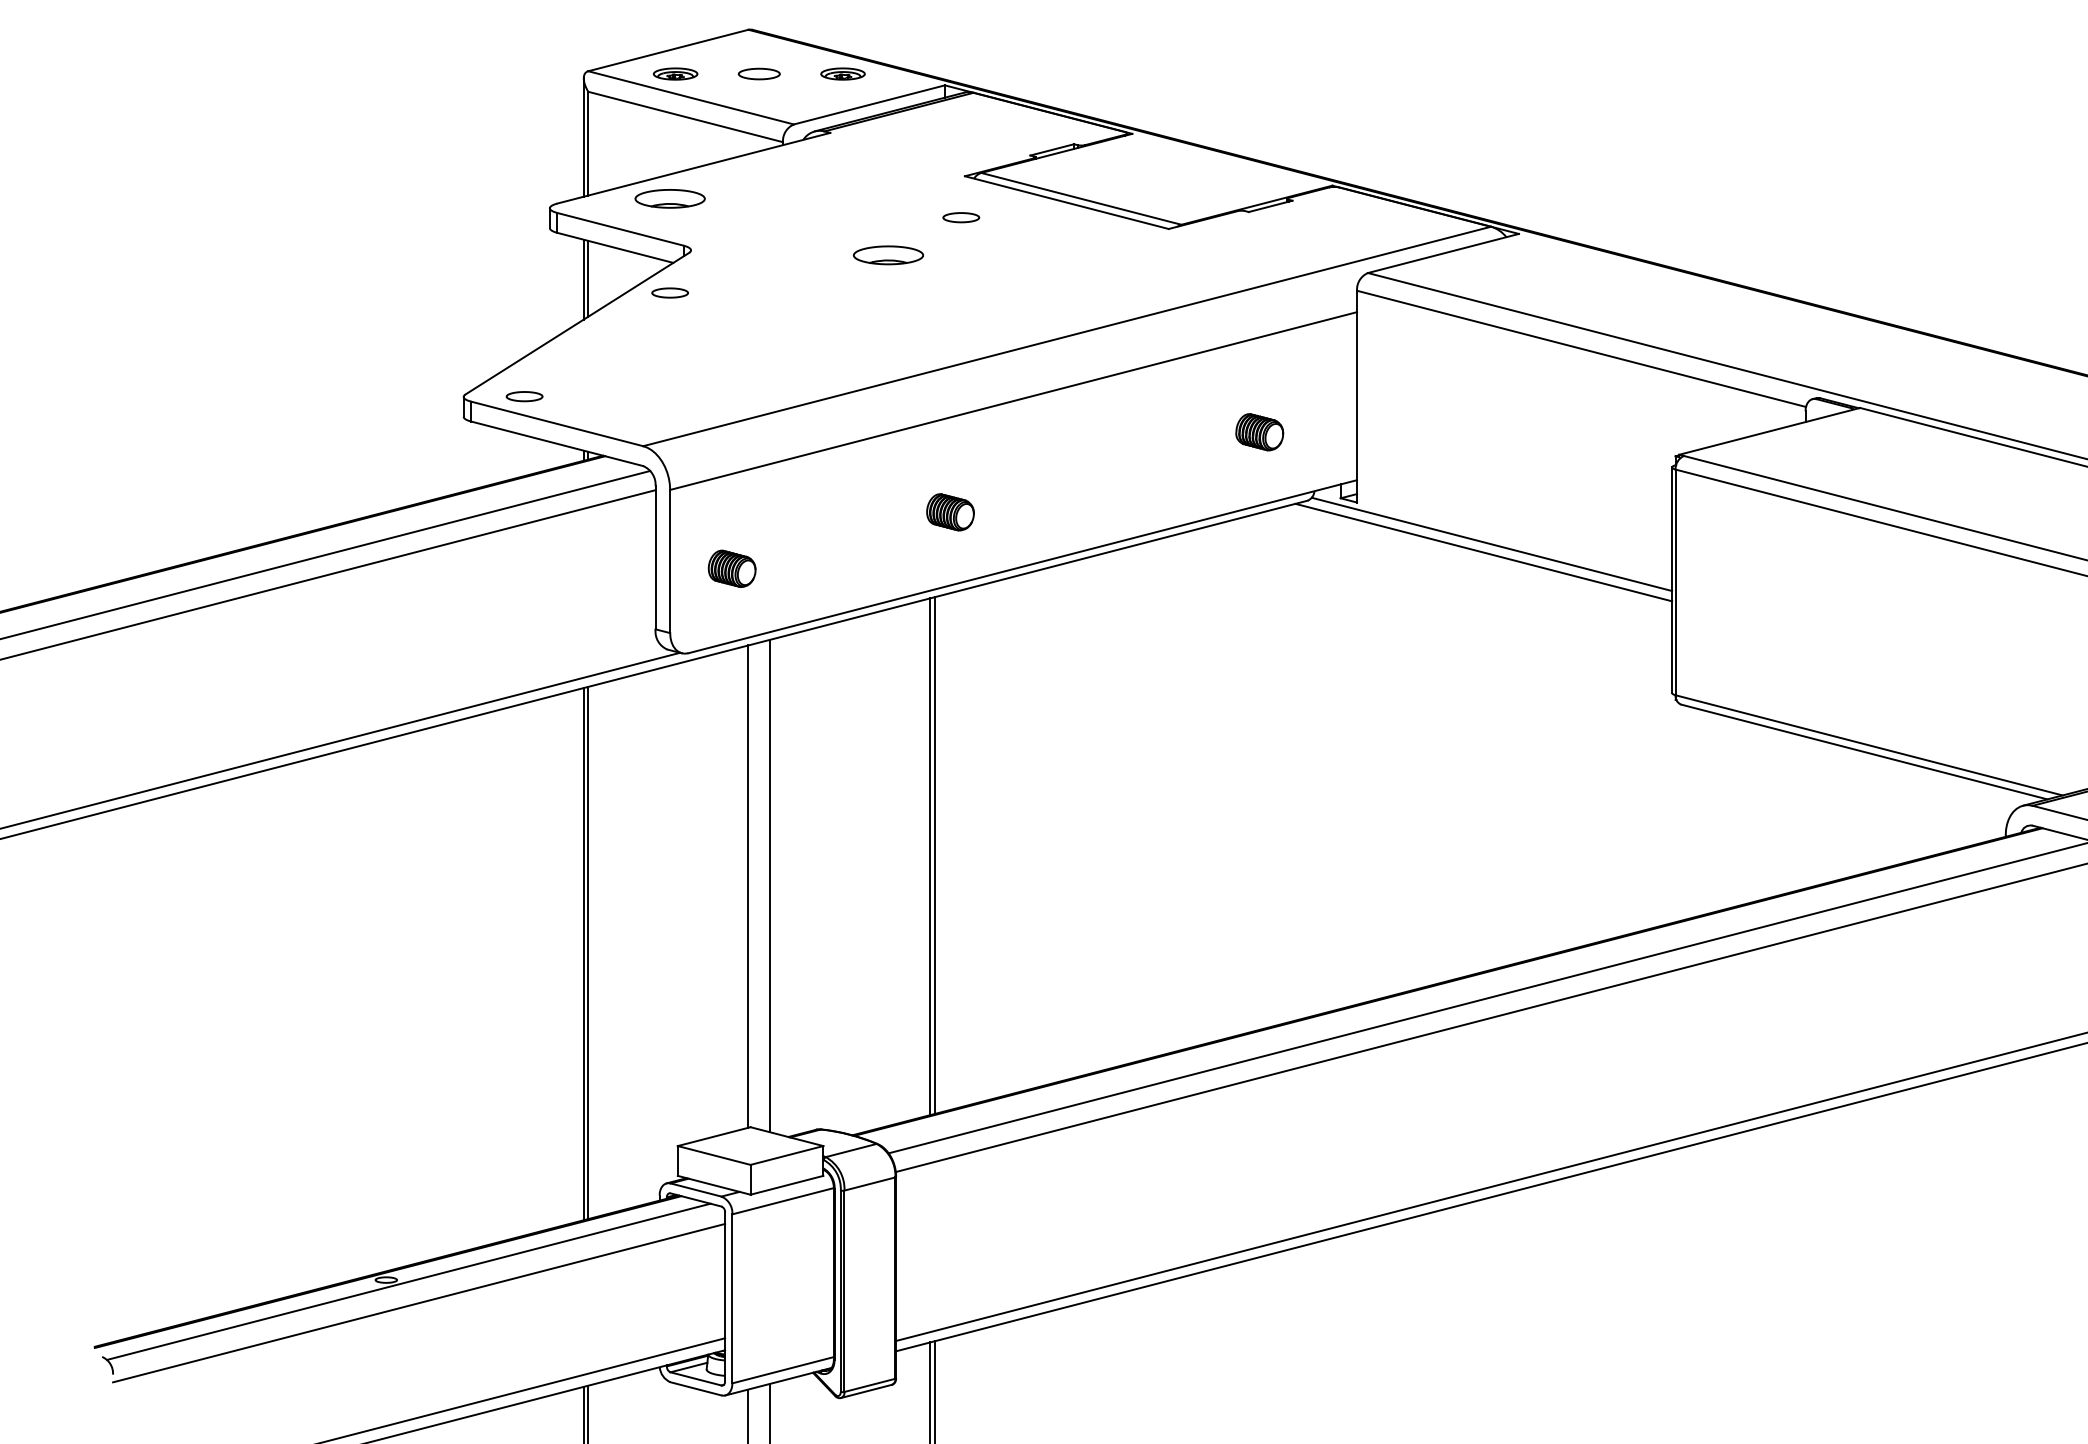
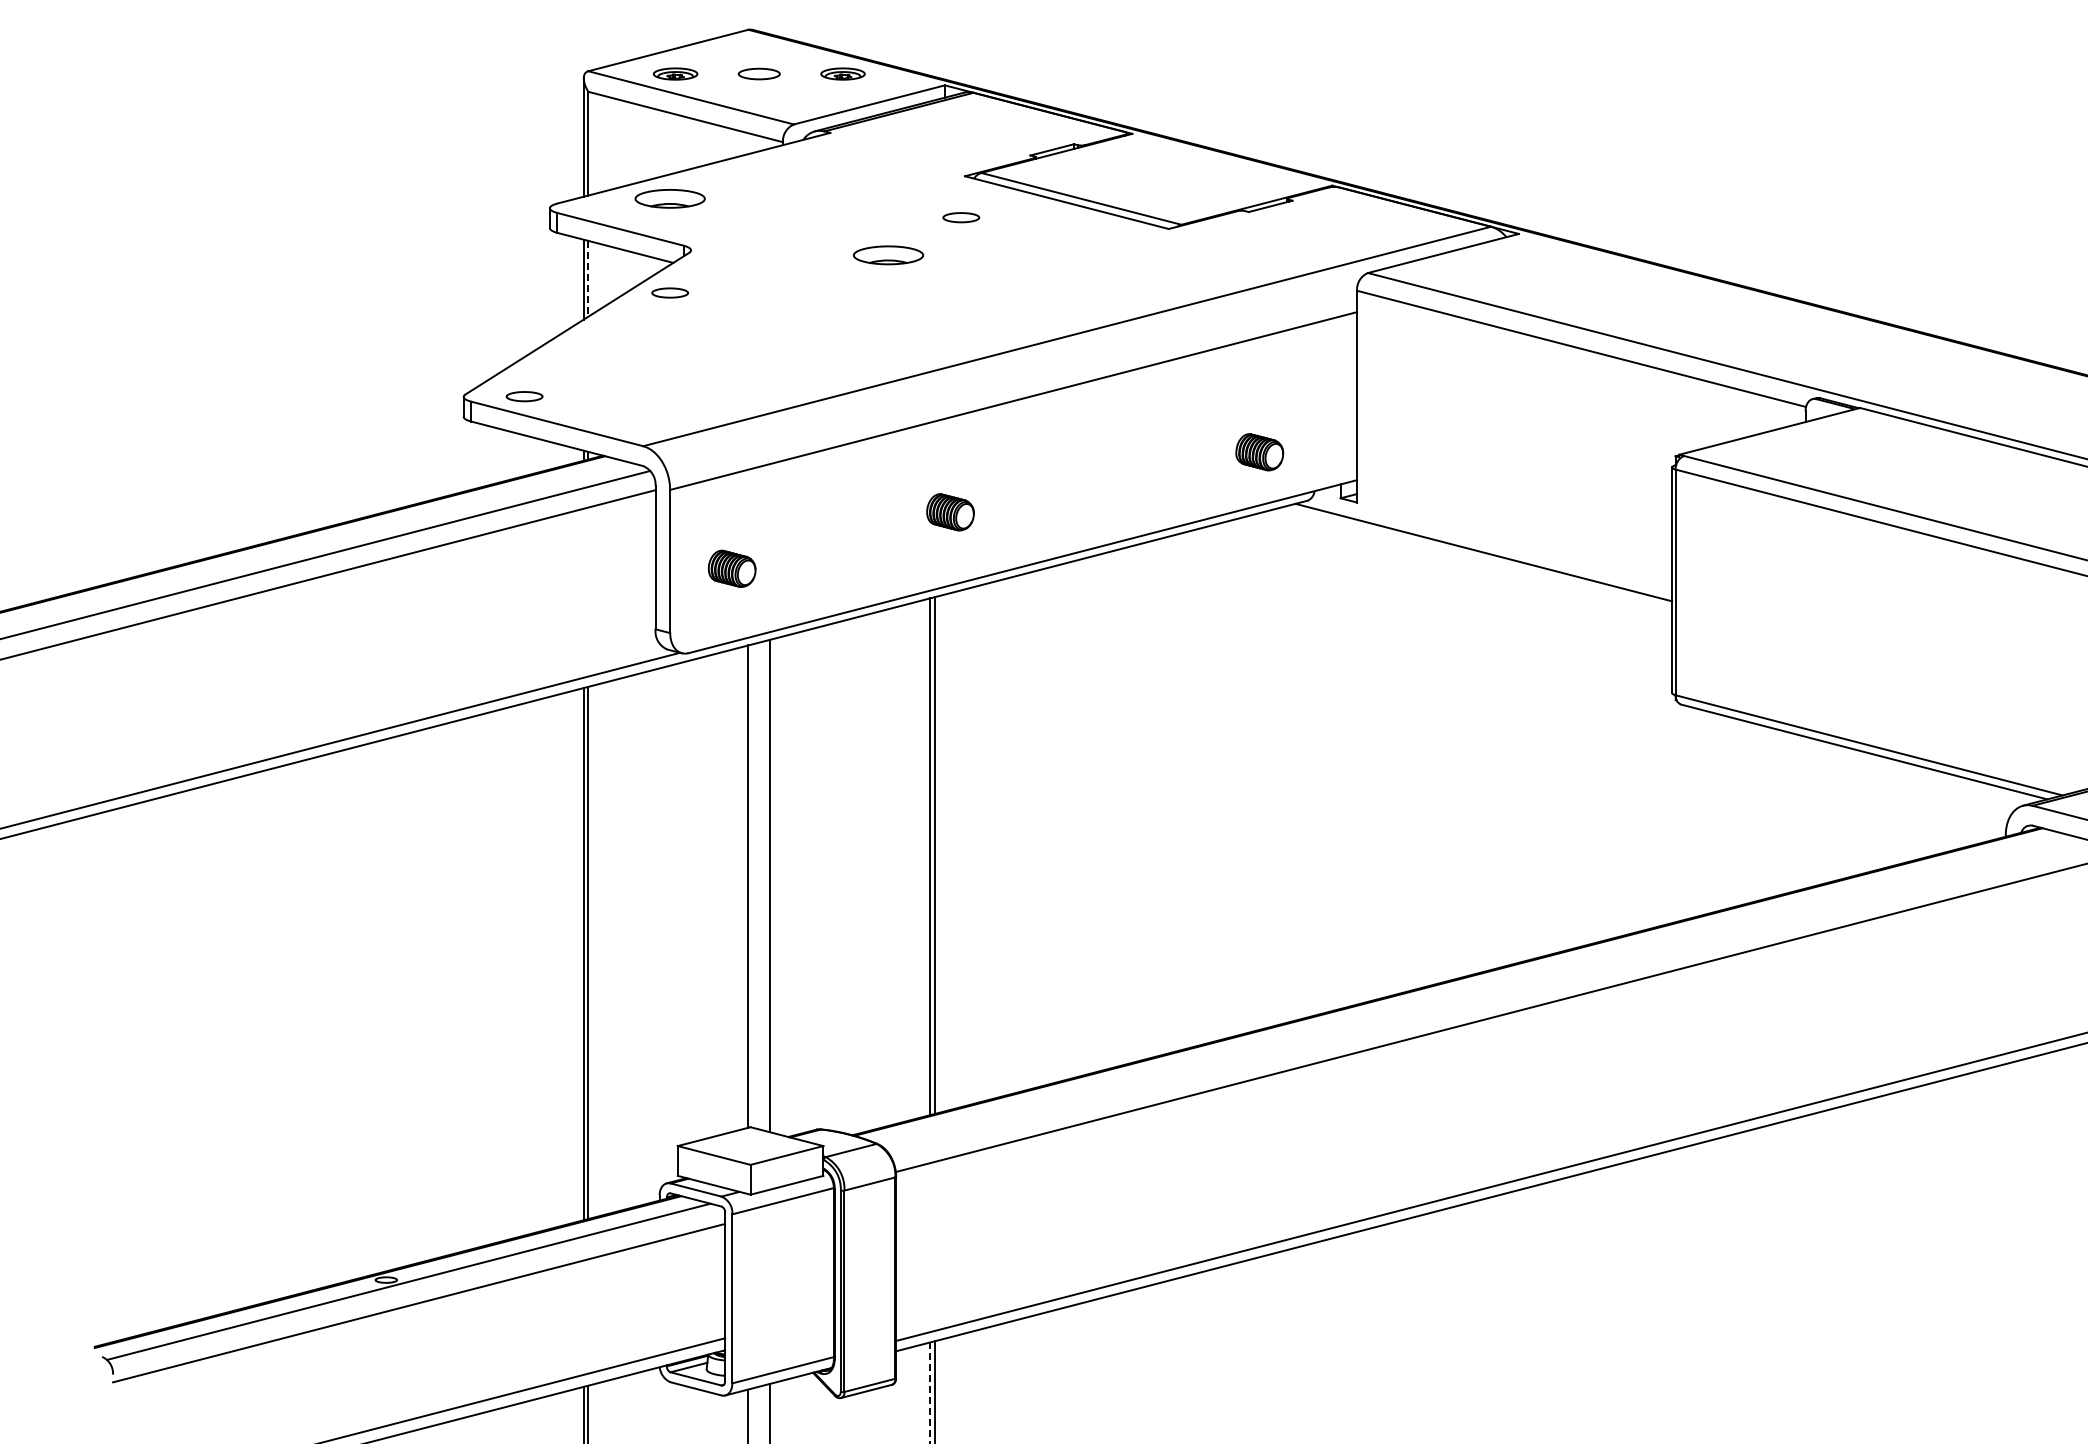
line at (588, 278): solid -> dashed
part at (1259, 432) position: (1259, 432) -> (1259, 452)
line at (1491, 544): present -> none
line at (1486, 998): present -> none
line at (930, 1393): solid -> dashed
